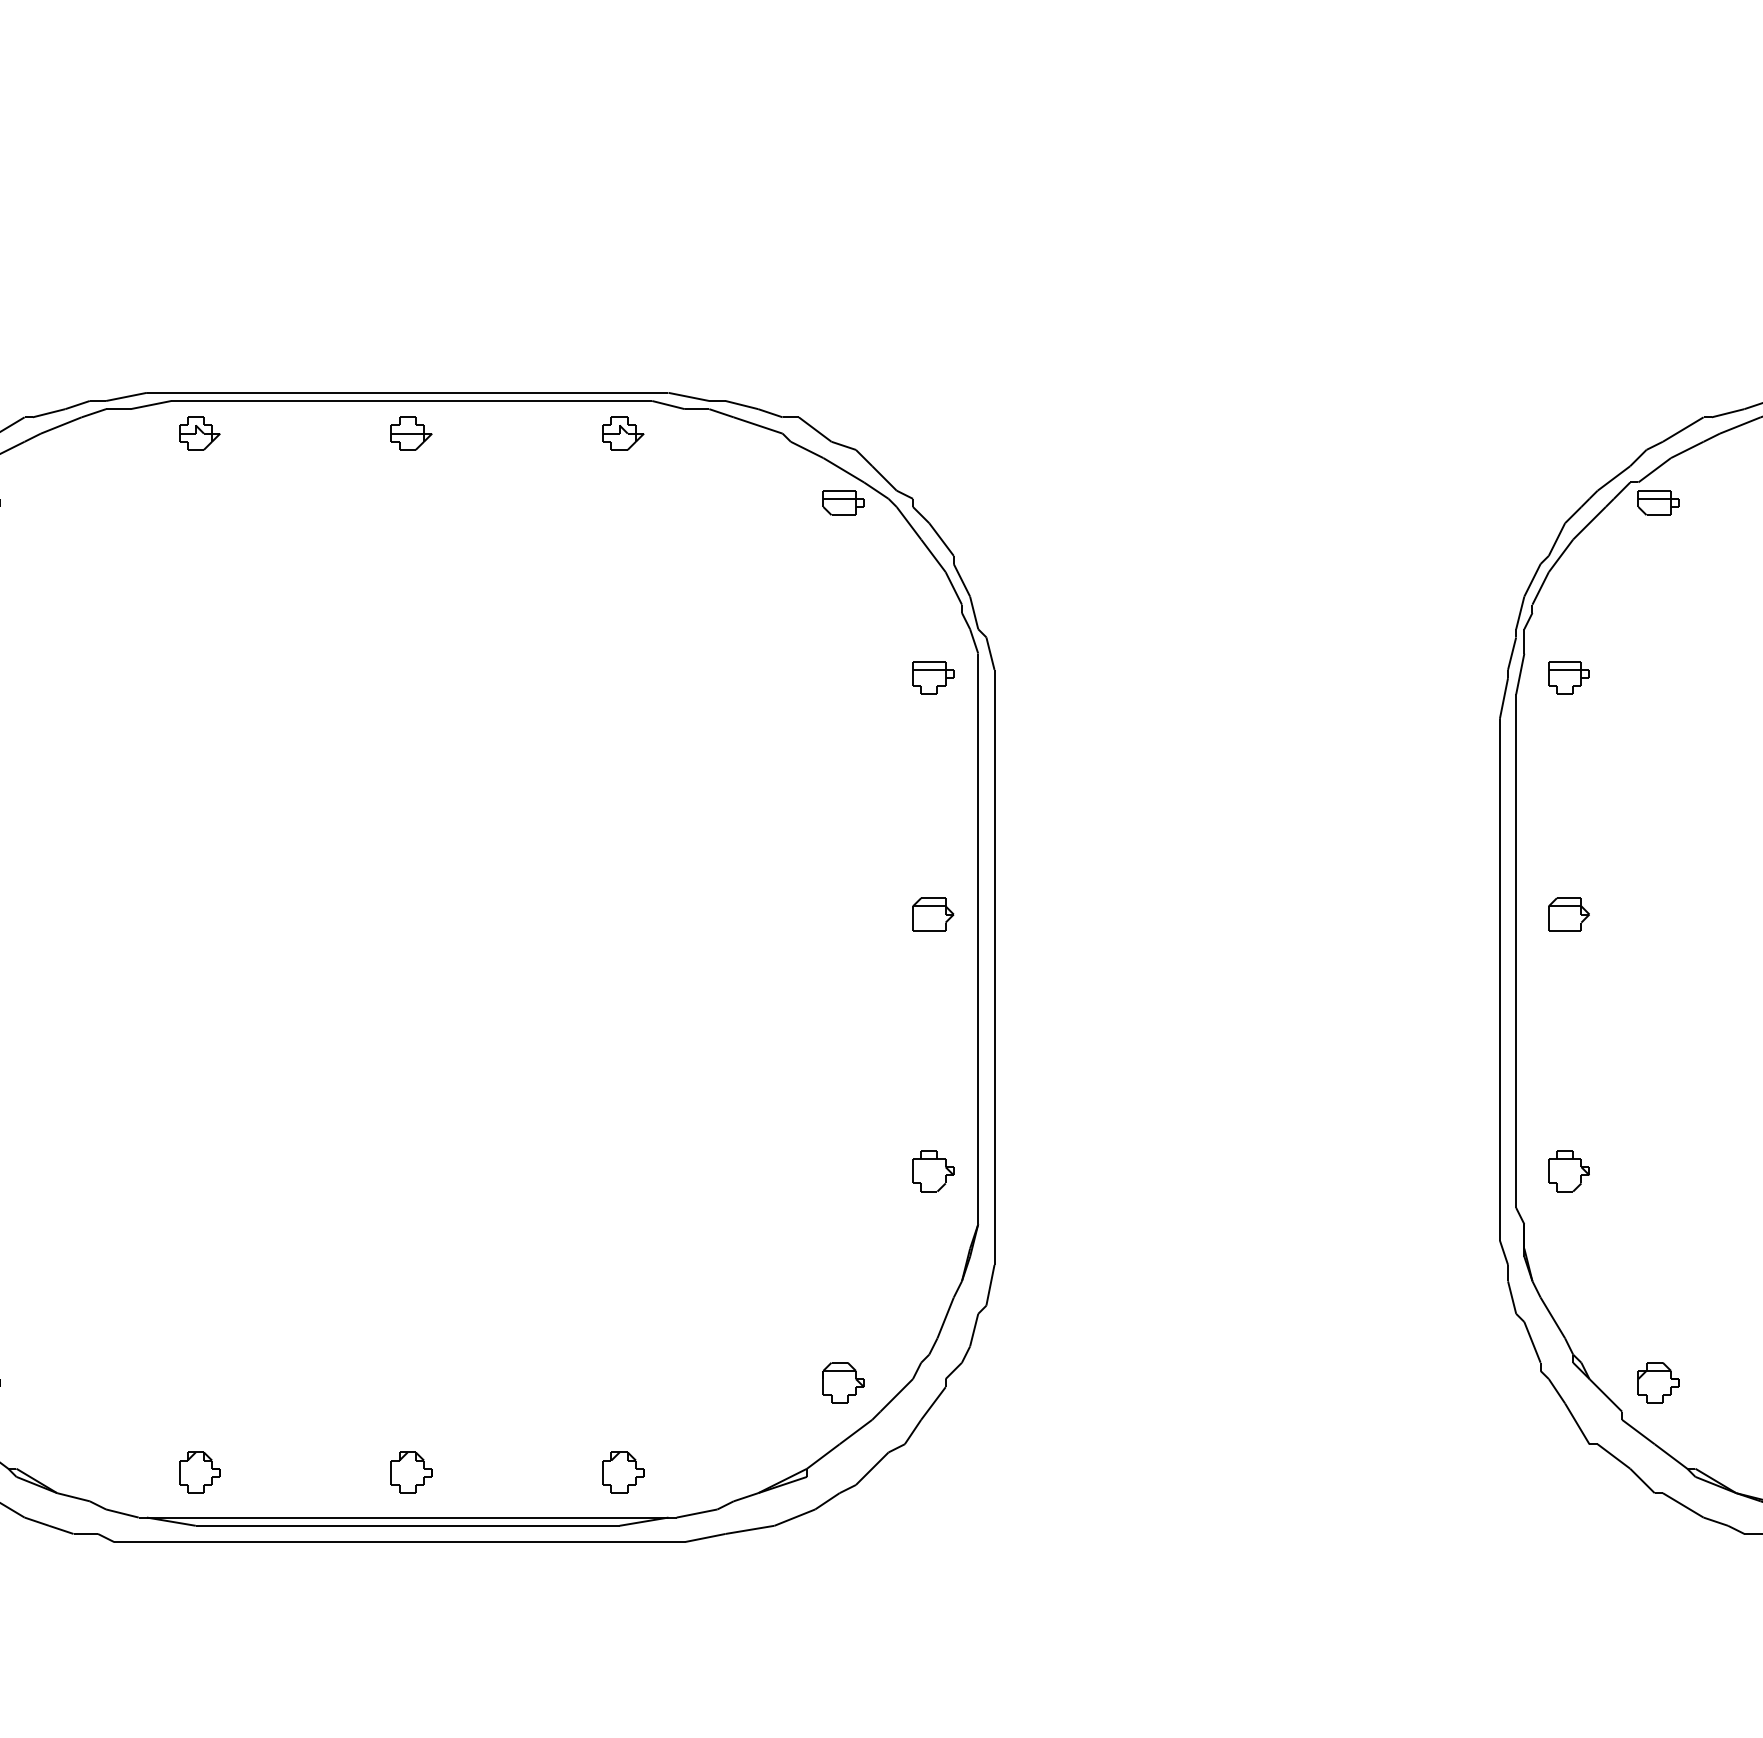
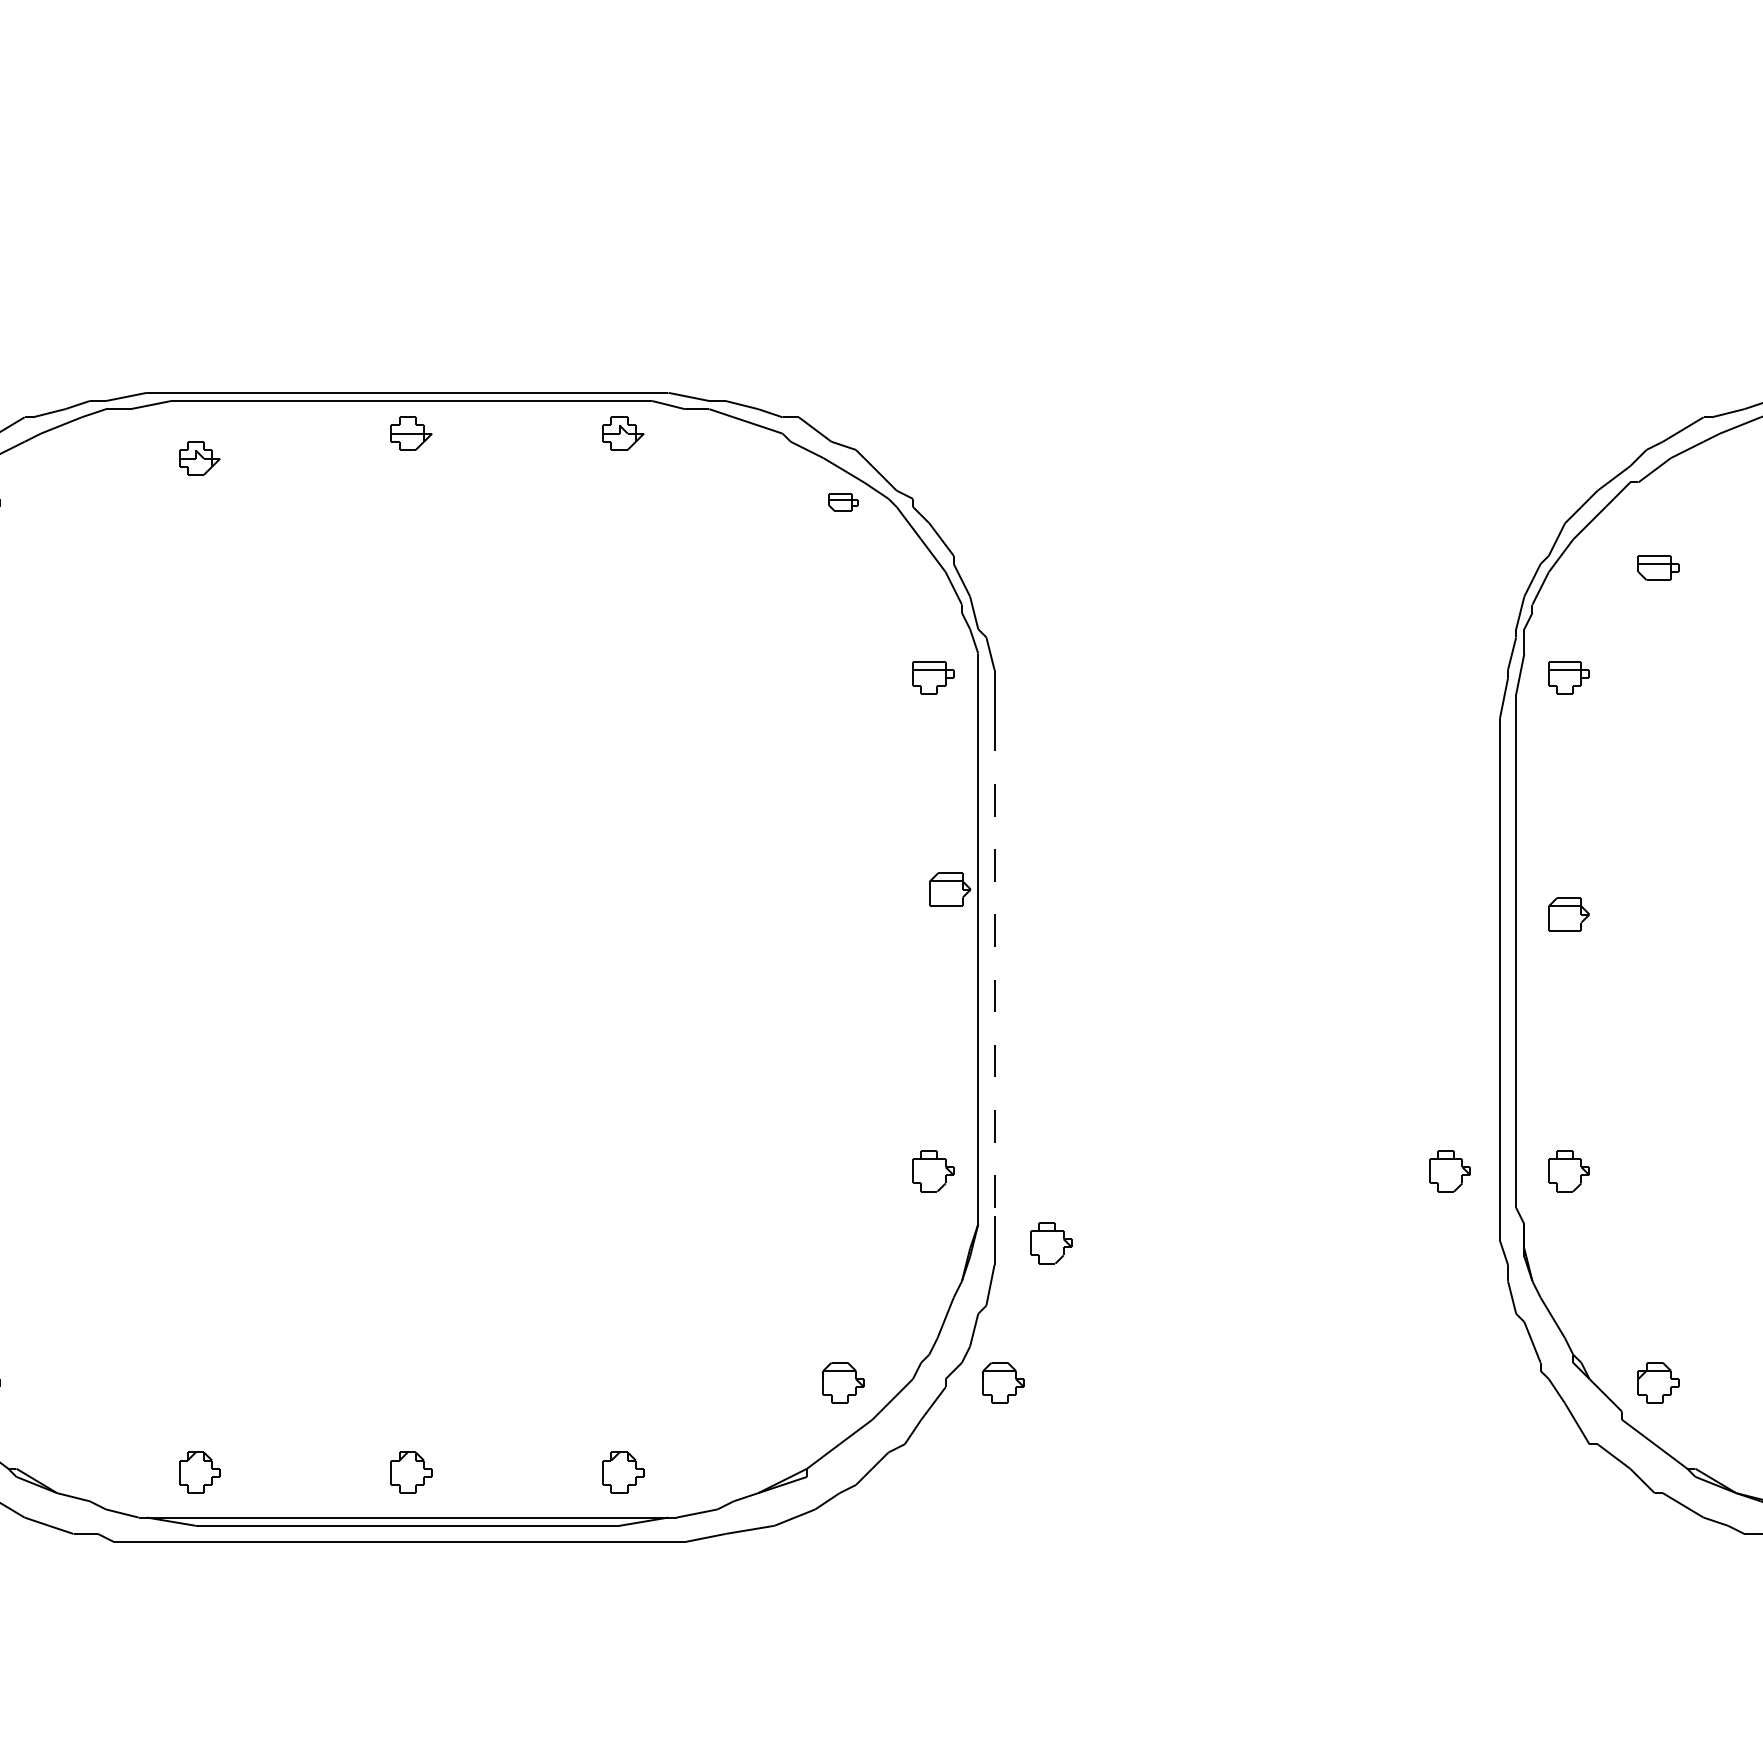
part at (199, 433) position: (199, 433) -> (199, 458)
part at (843, 502) size: 43x26 px -> 31x19 px
part at (1658, 502) position: (1658, 502) -> (1658, 567)
part at (933, 914) position: (933, 914) -> (950, 889)
line at (994, 967): solid -> dashed
part at (1449, 1171): none -> present
part at (1051, 1243): none -> present
part at (1003, 1382): none -> present
